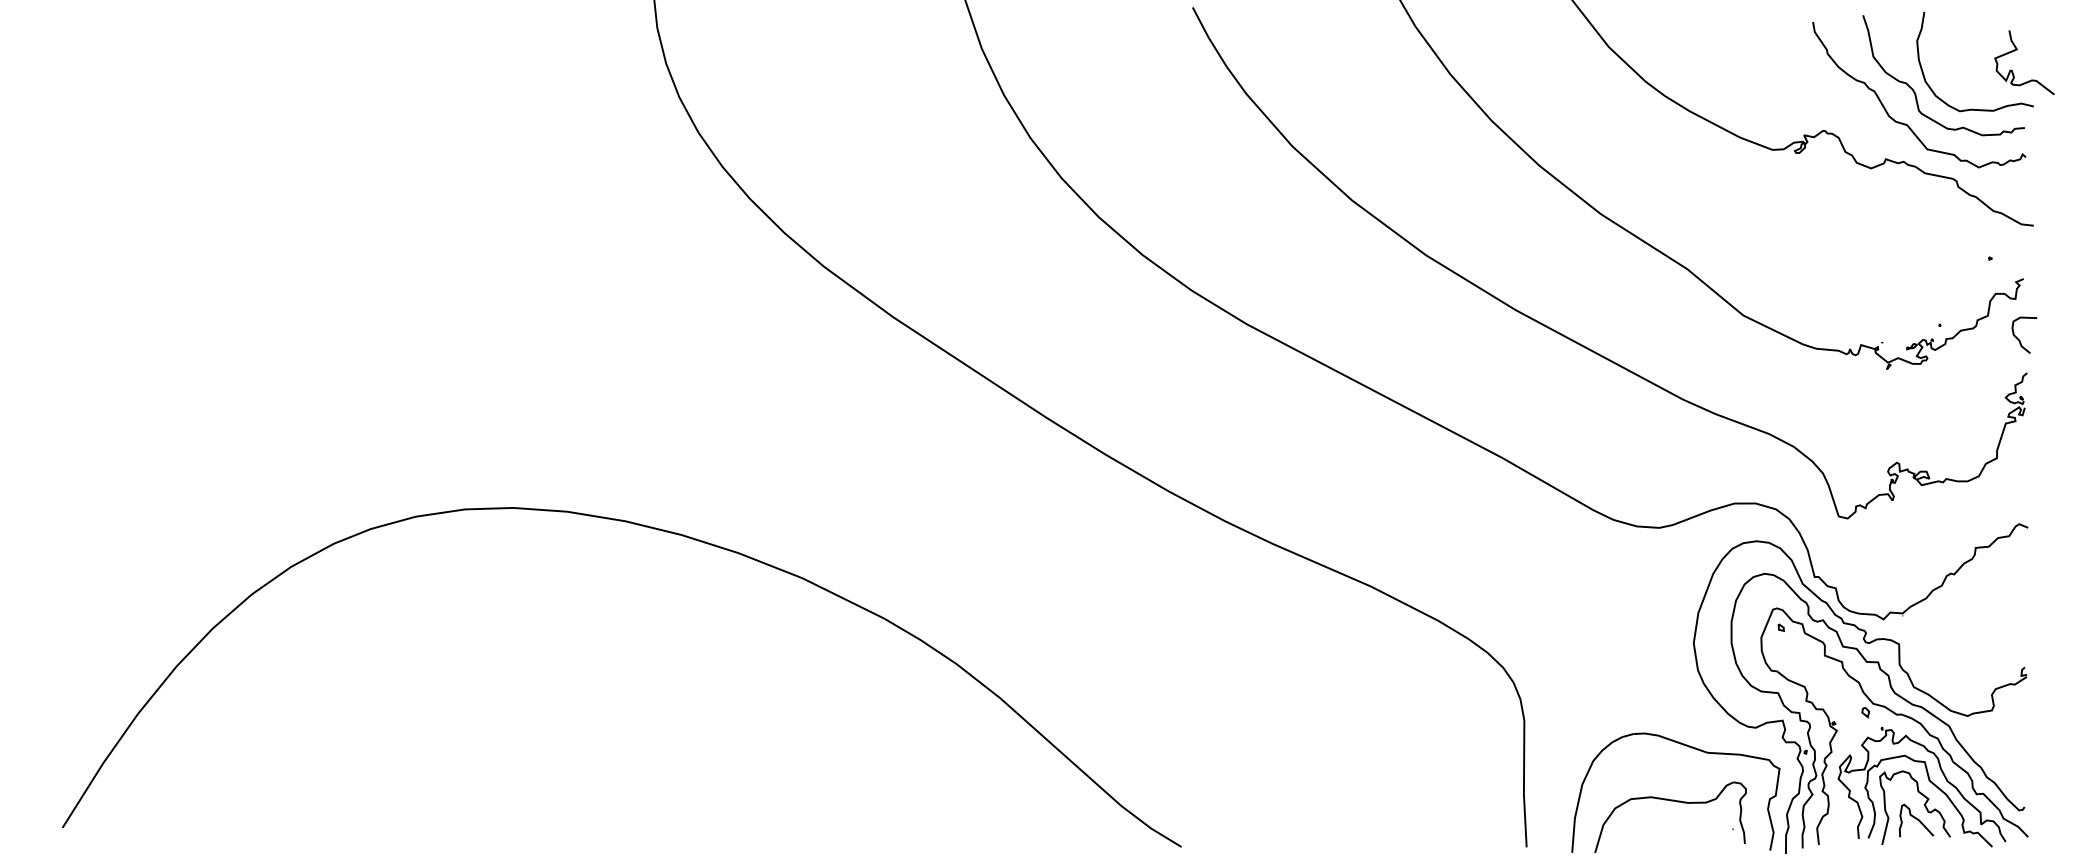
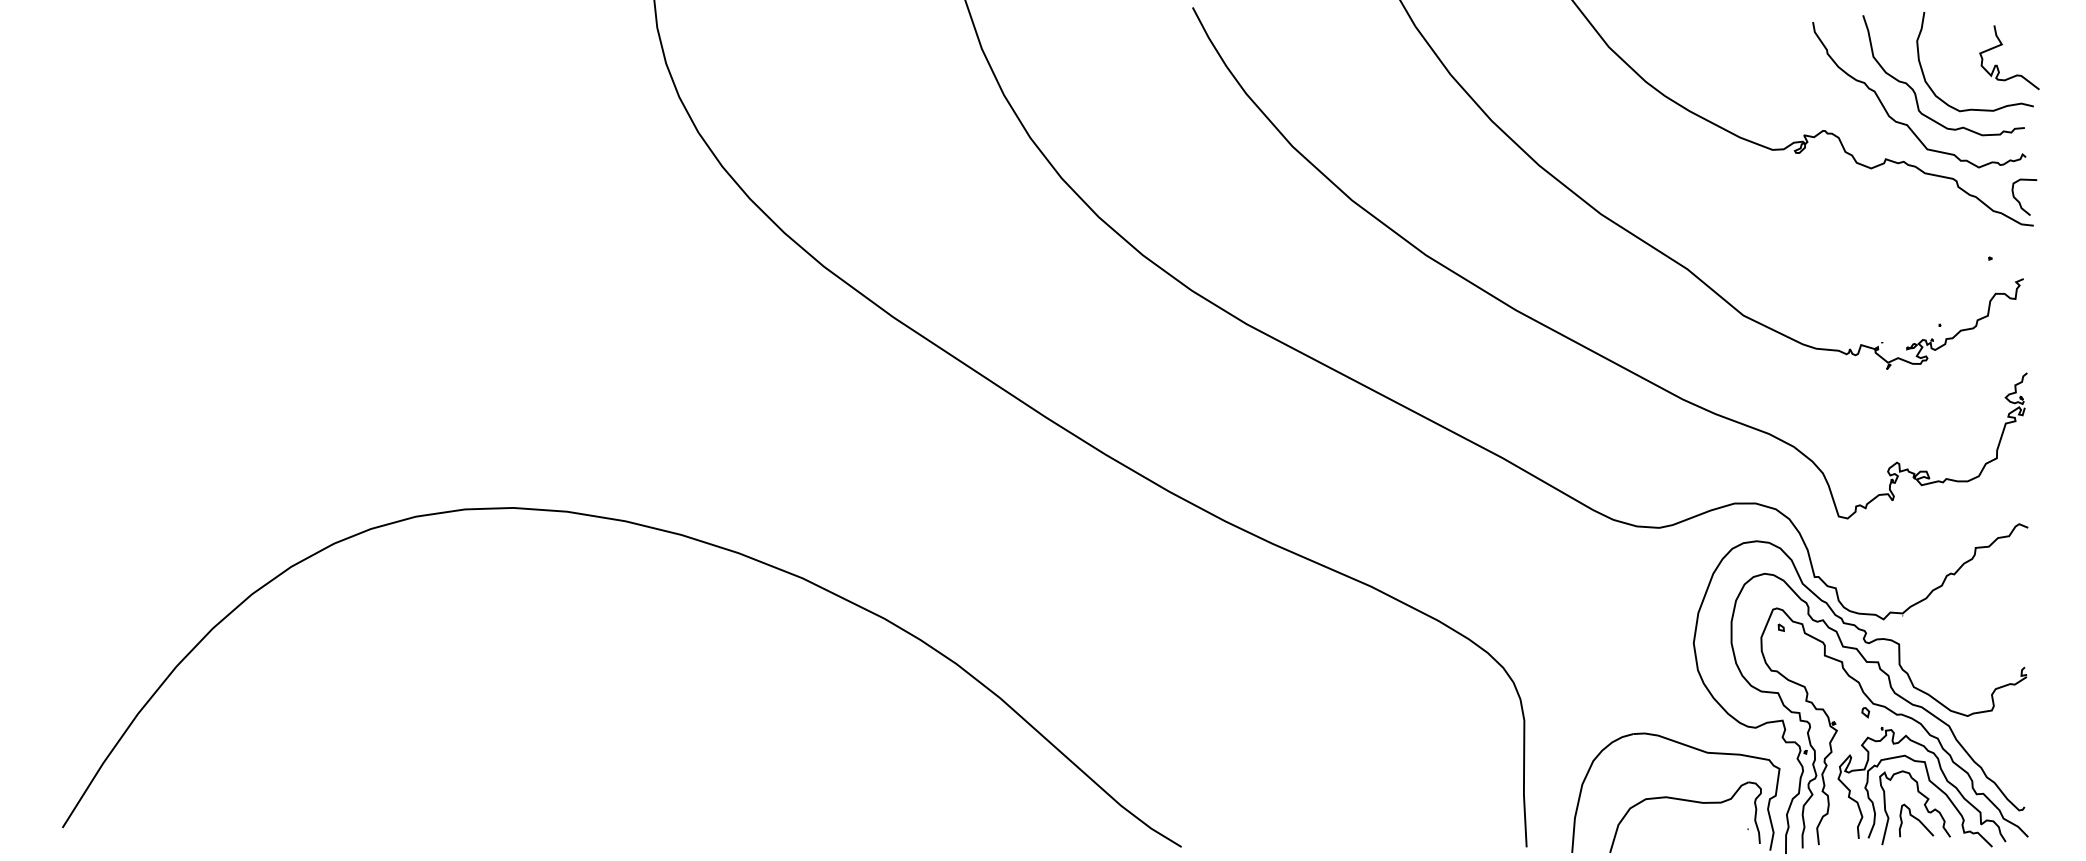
curve at (2017, 50) position: (2017, 50) -> (2002, 45)
curve at (2019, 339) position: (2019, 339) -> (2019, 201)
part at (1670, 801) position: (1670, 801) -> (1685, 801)
